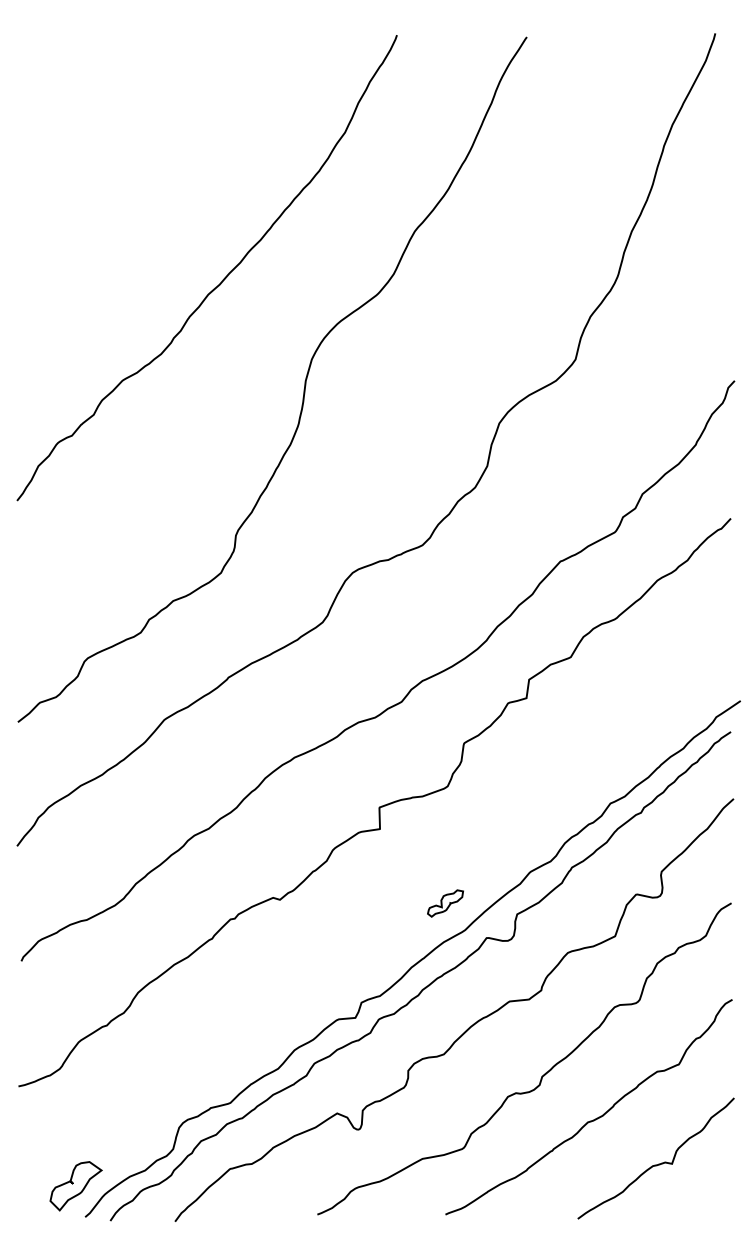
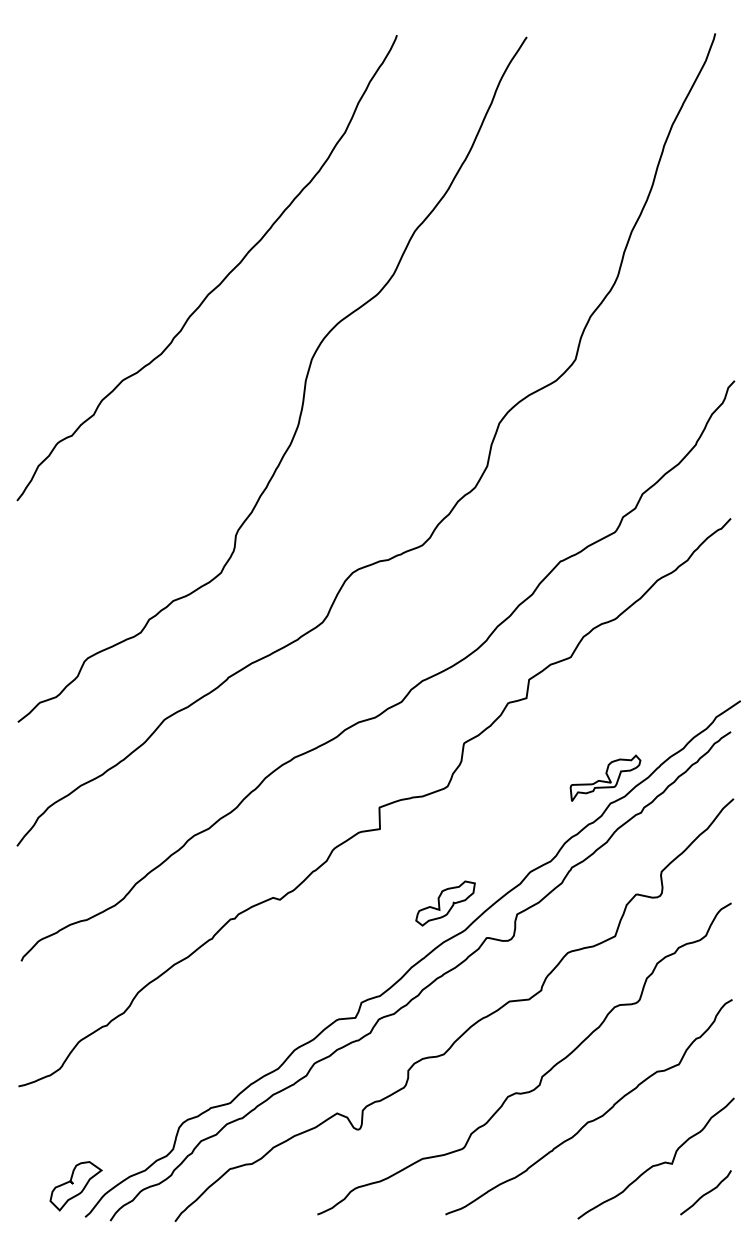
part at (605, 777): none -> present
part at (445, 903) size: 37x29 px -> 61x47 px
curve at (706, 1192): none -> present
